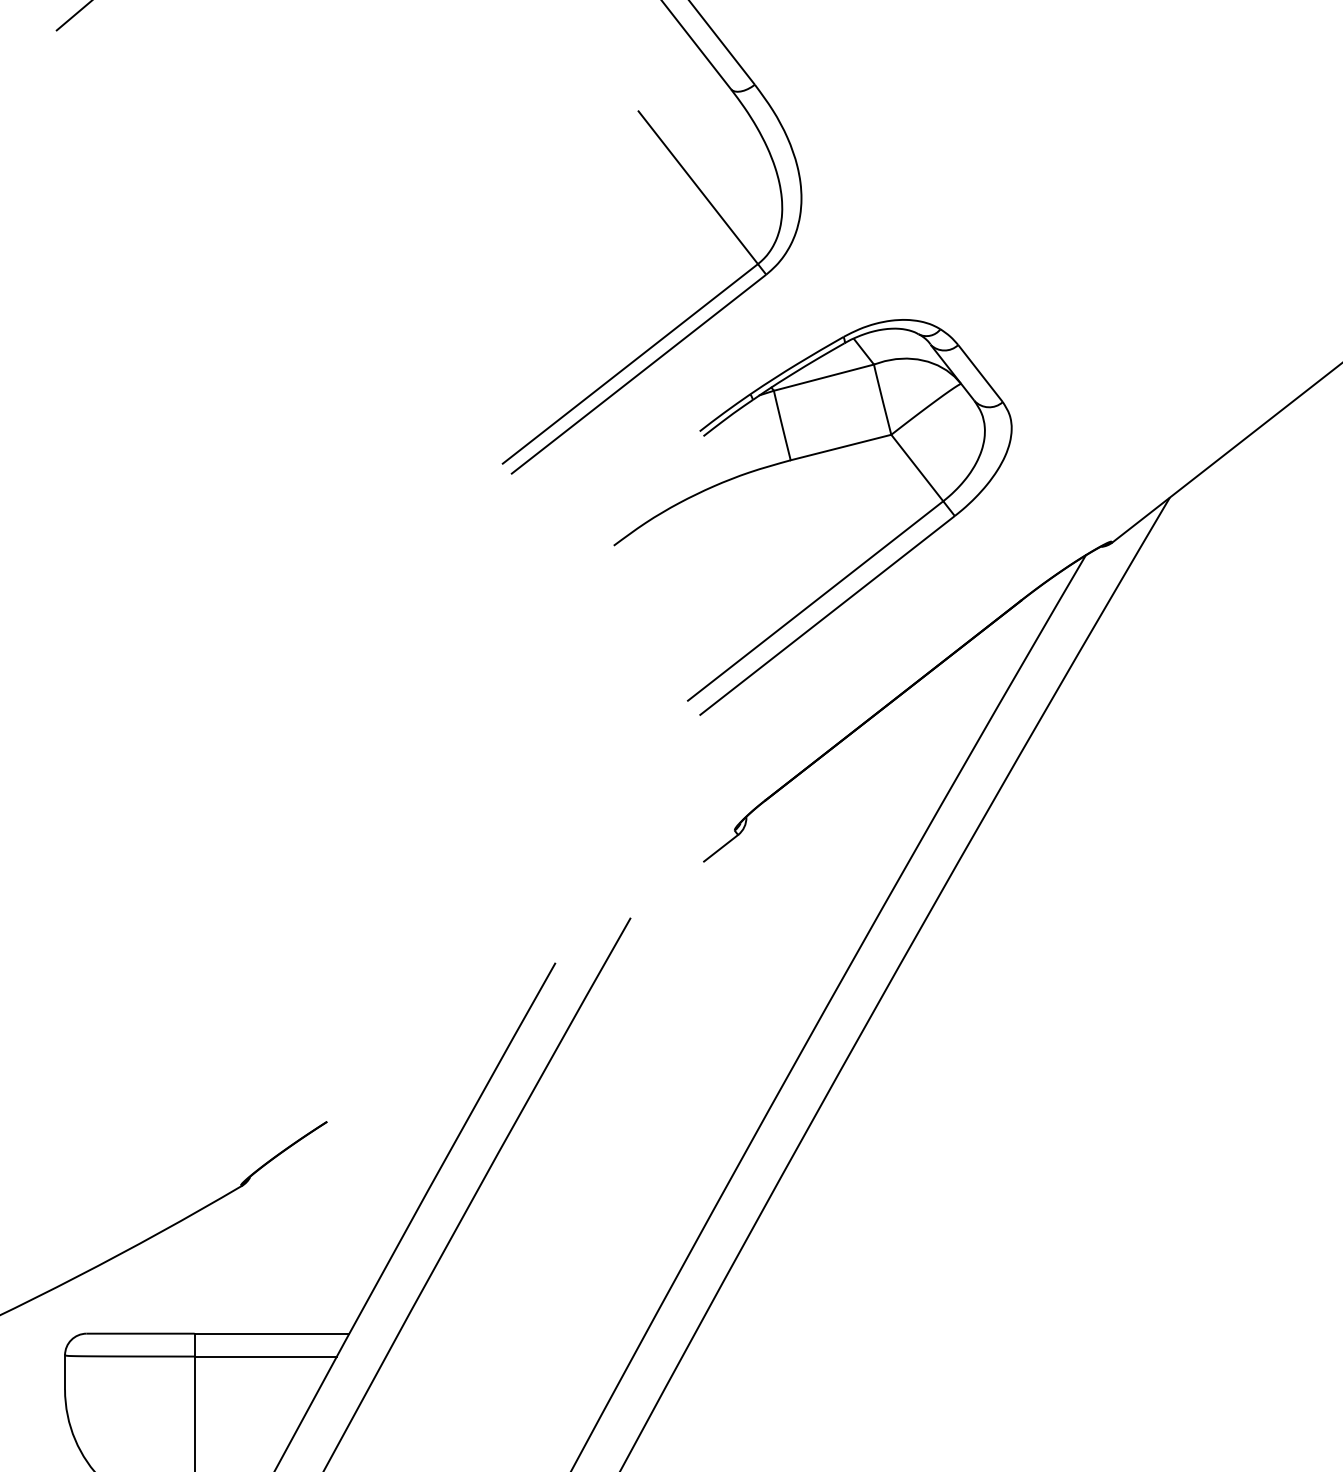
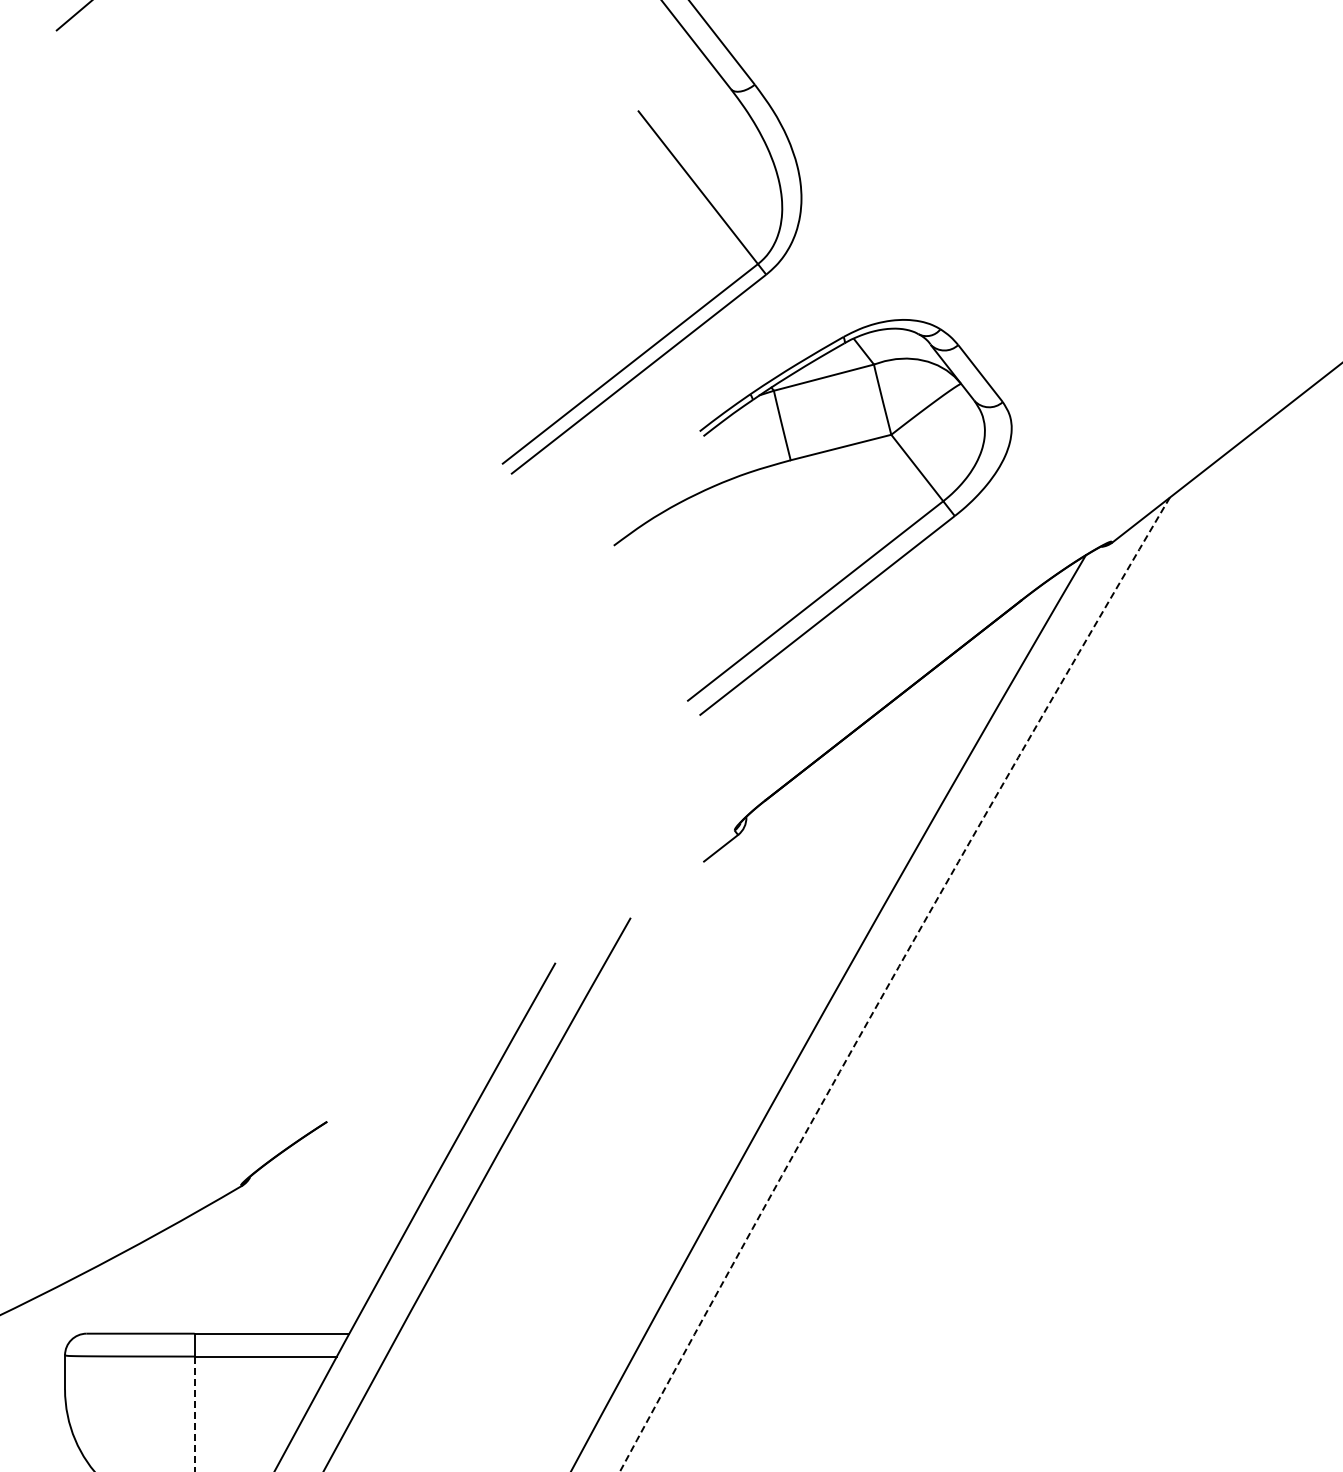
arc at (890, 982): solid -> dashed
line at (194, 1414): solid -> dashed
